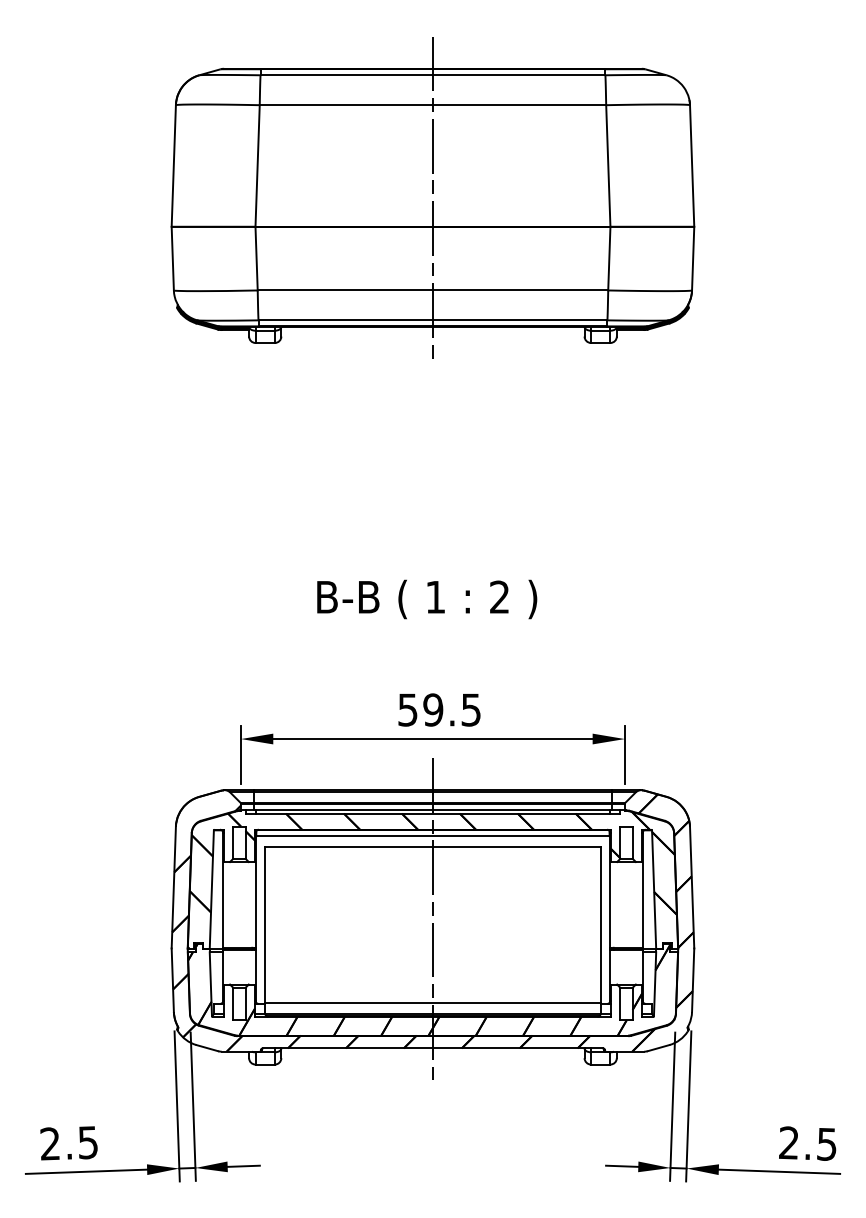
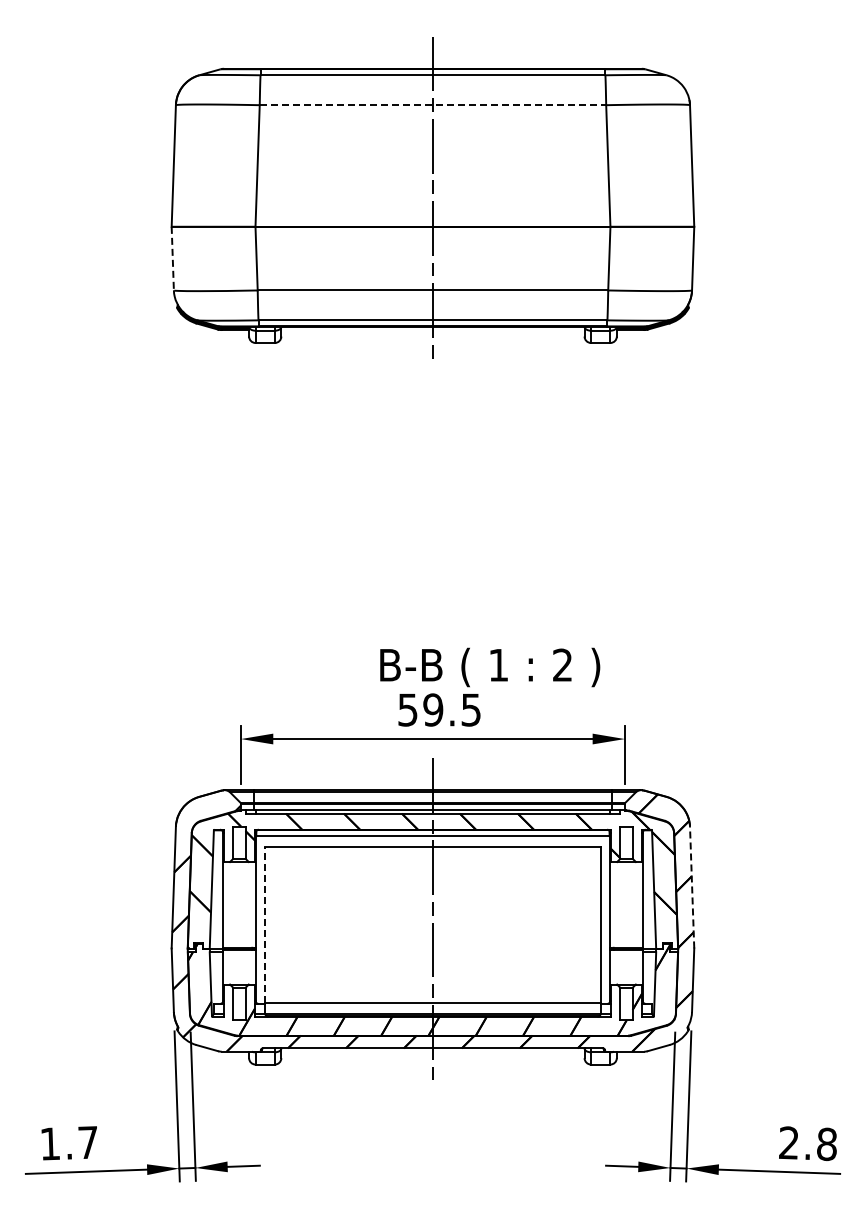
line at (433, 105): solid -> dashed
line at (172, 258): solid -> dashed
text at (427, 599) position: (427, 599) -> (490, 667)
line at (692, 887): solid -> dashed
line at (265, 924): solid -> dashed
text at (68, 1143): 2.5 -> 1.7
text at (826, 1144): 2.5 -> 2.8
